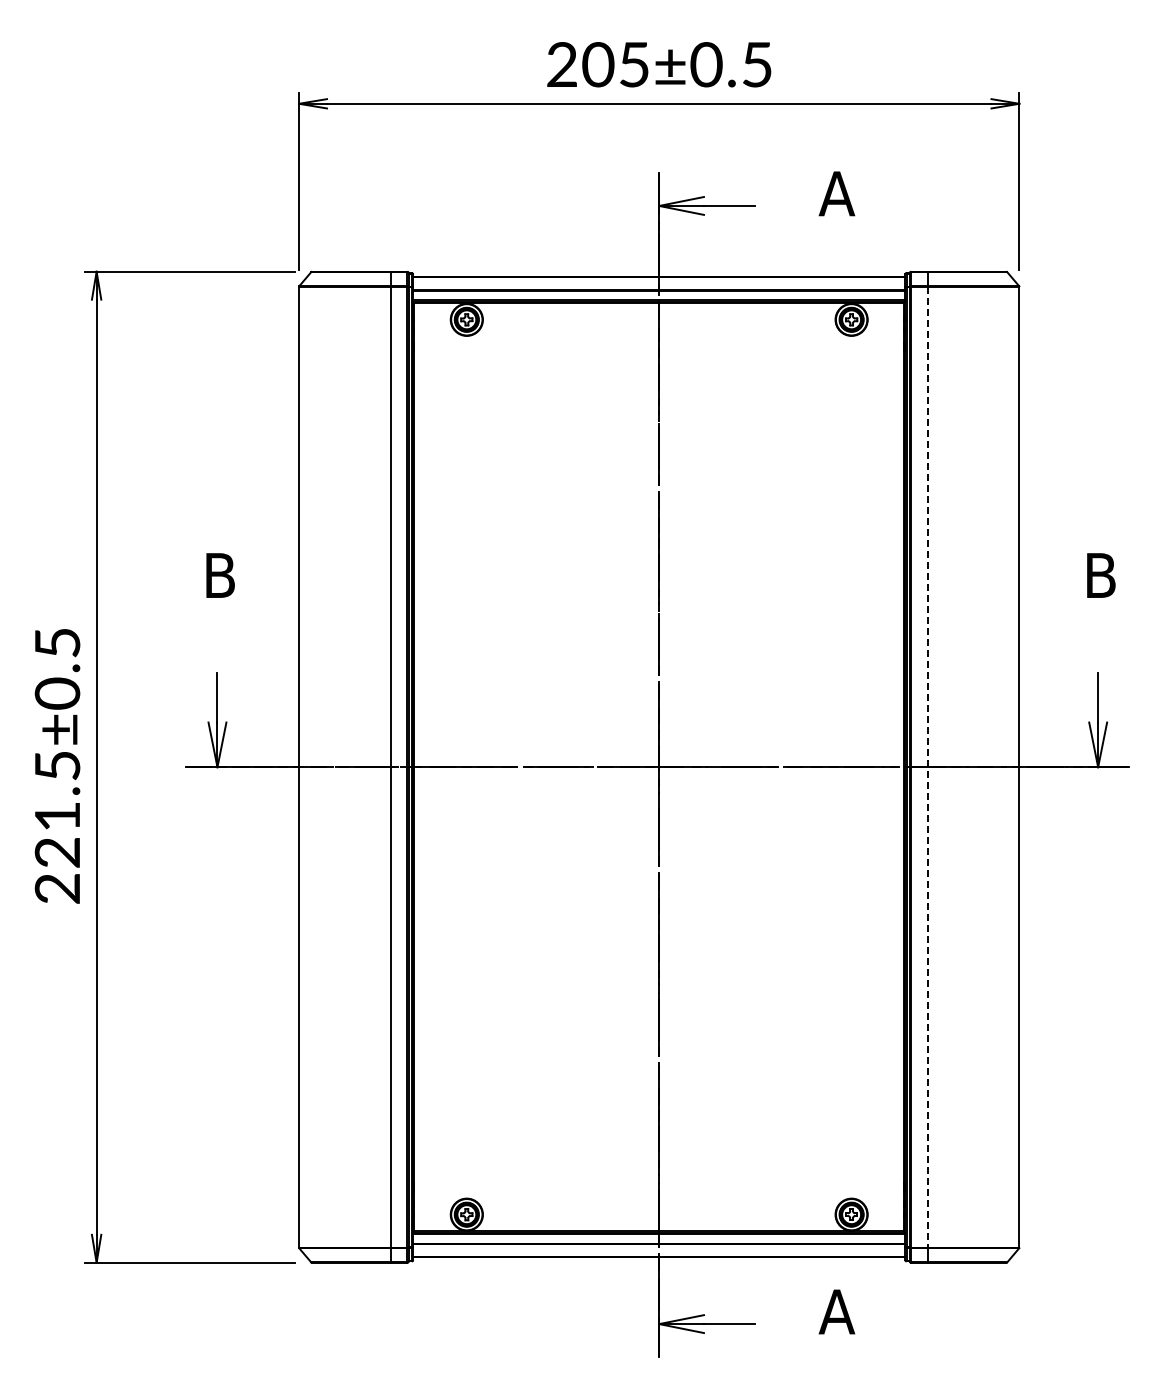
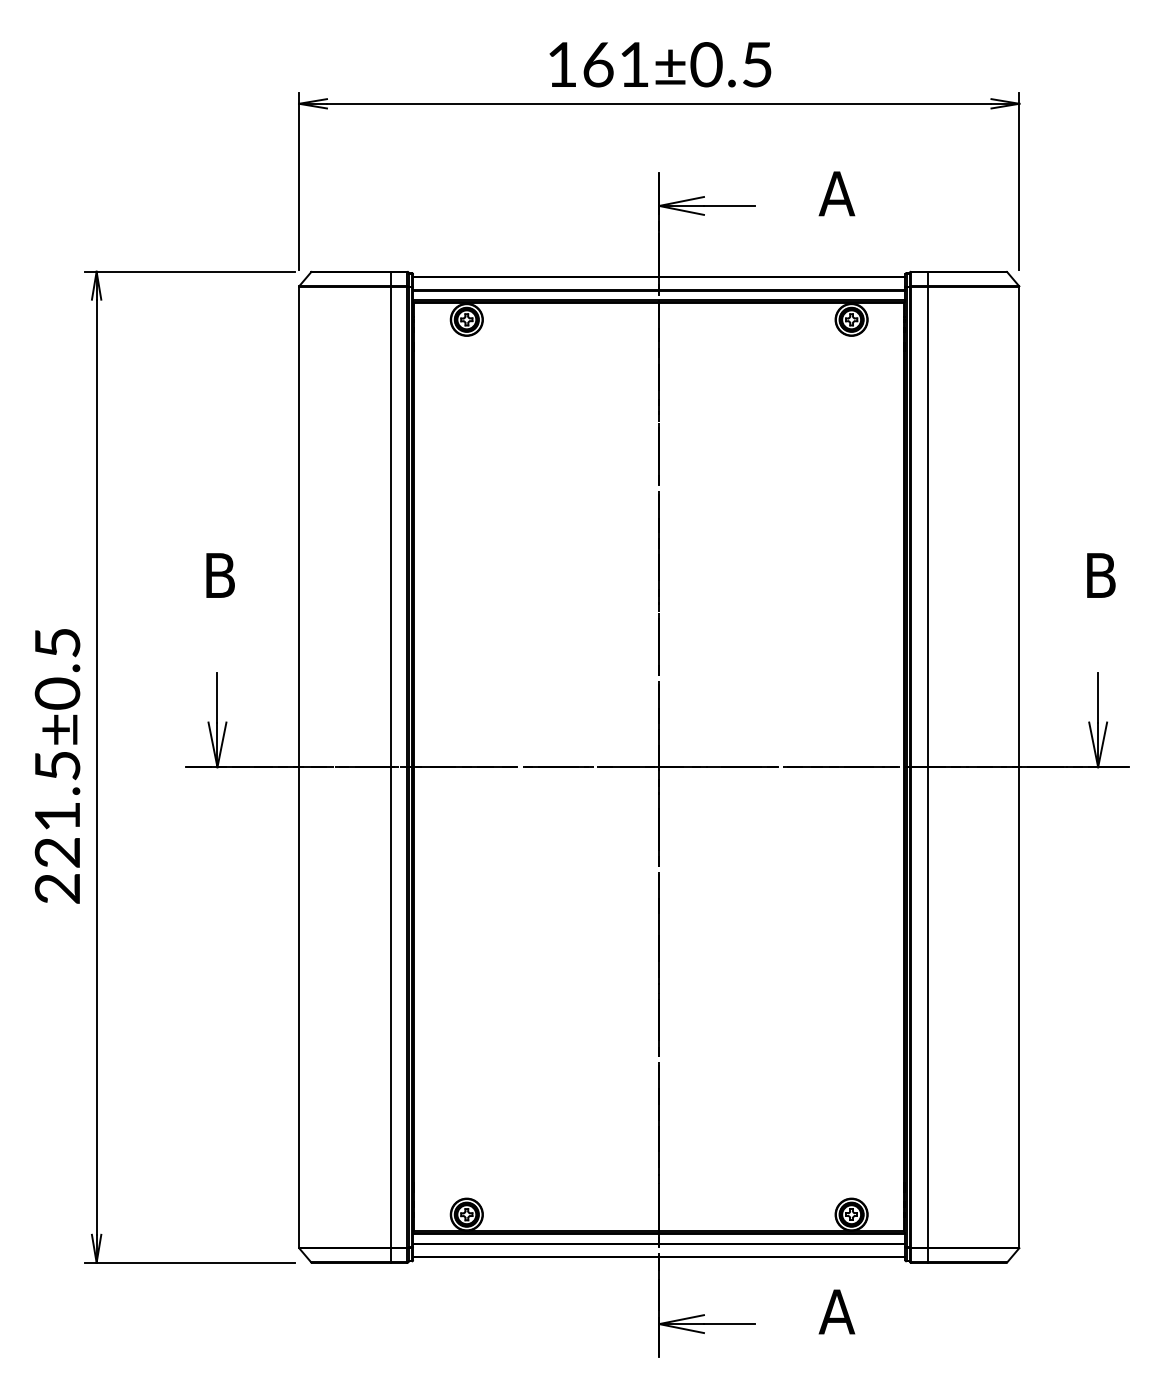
text at (597, 64): 205±0.5 -> 161±0.5
line at (927, 767): dashed -> solid
